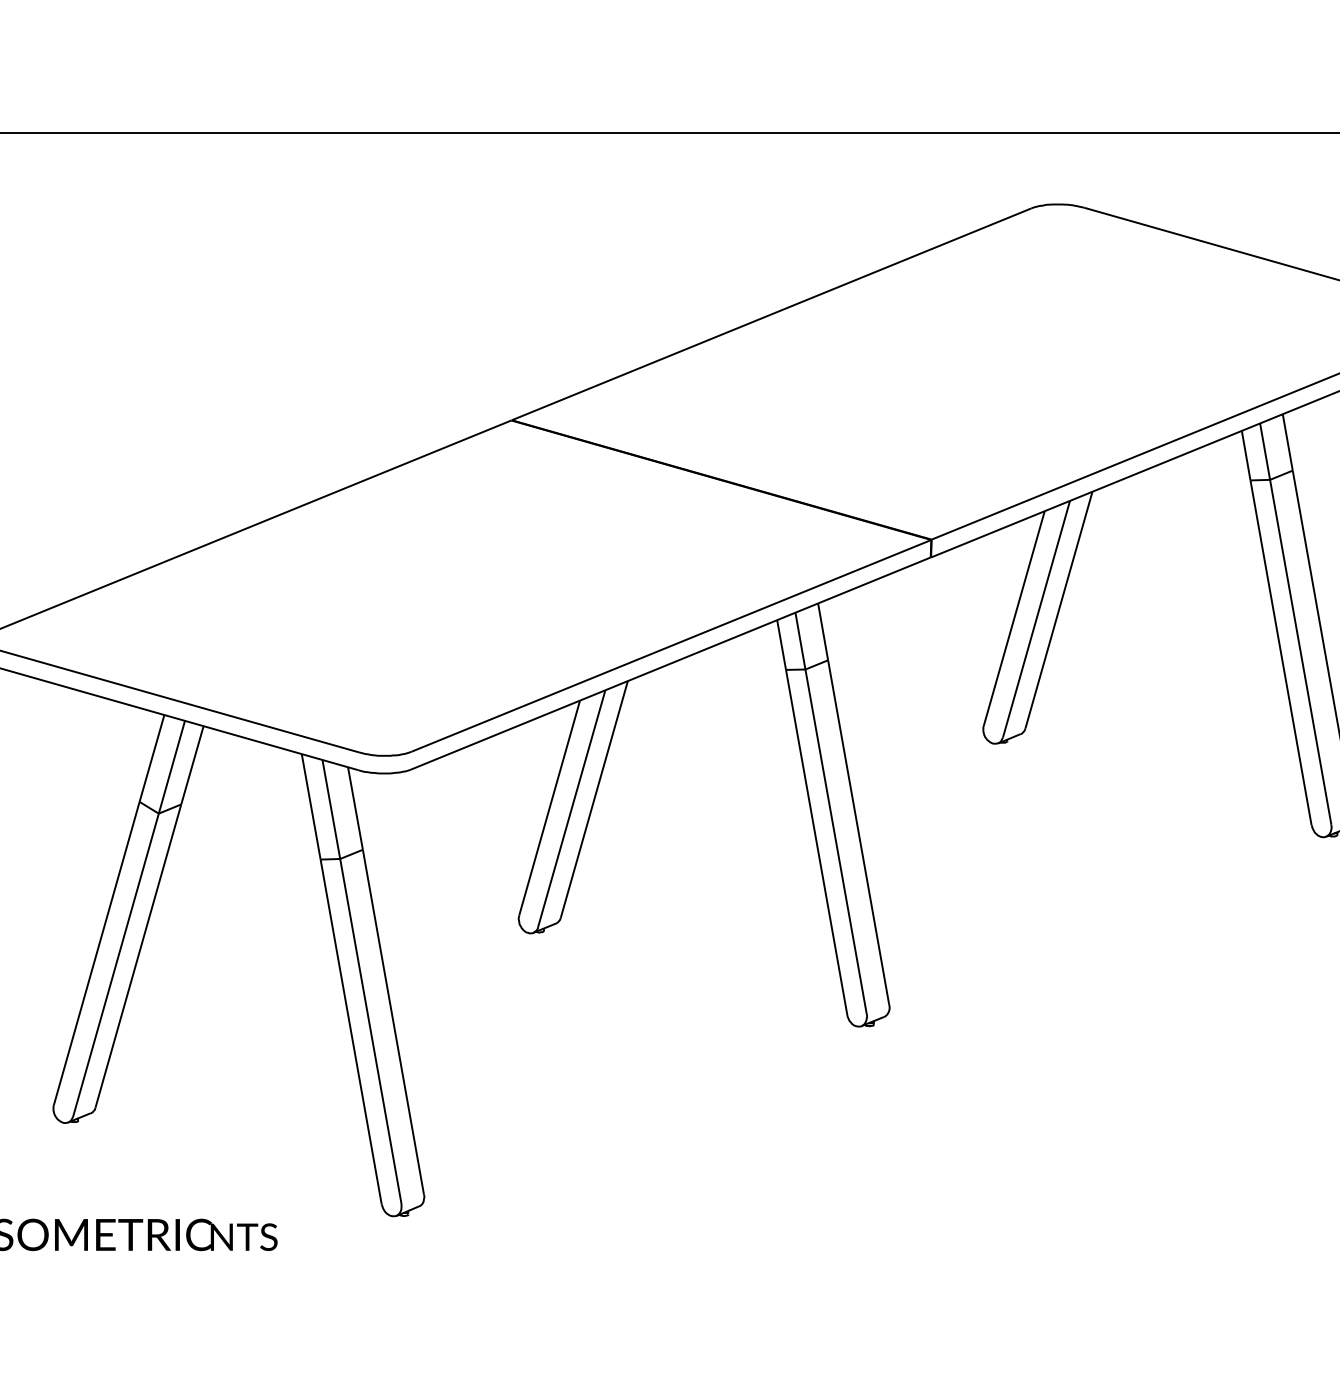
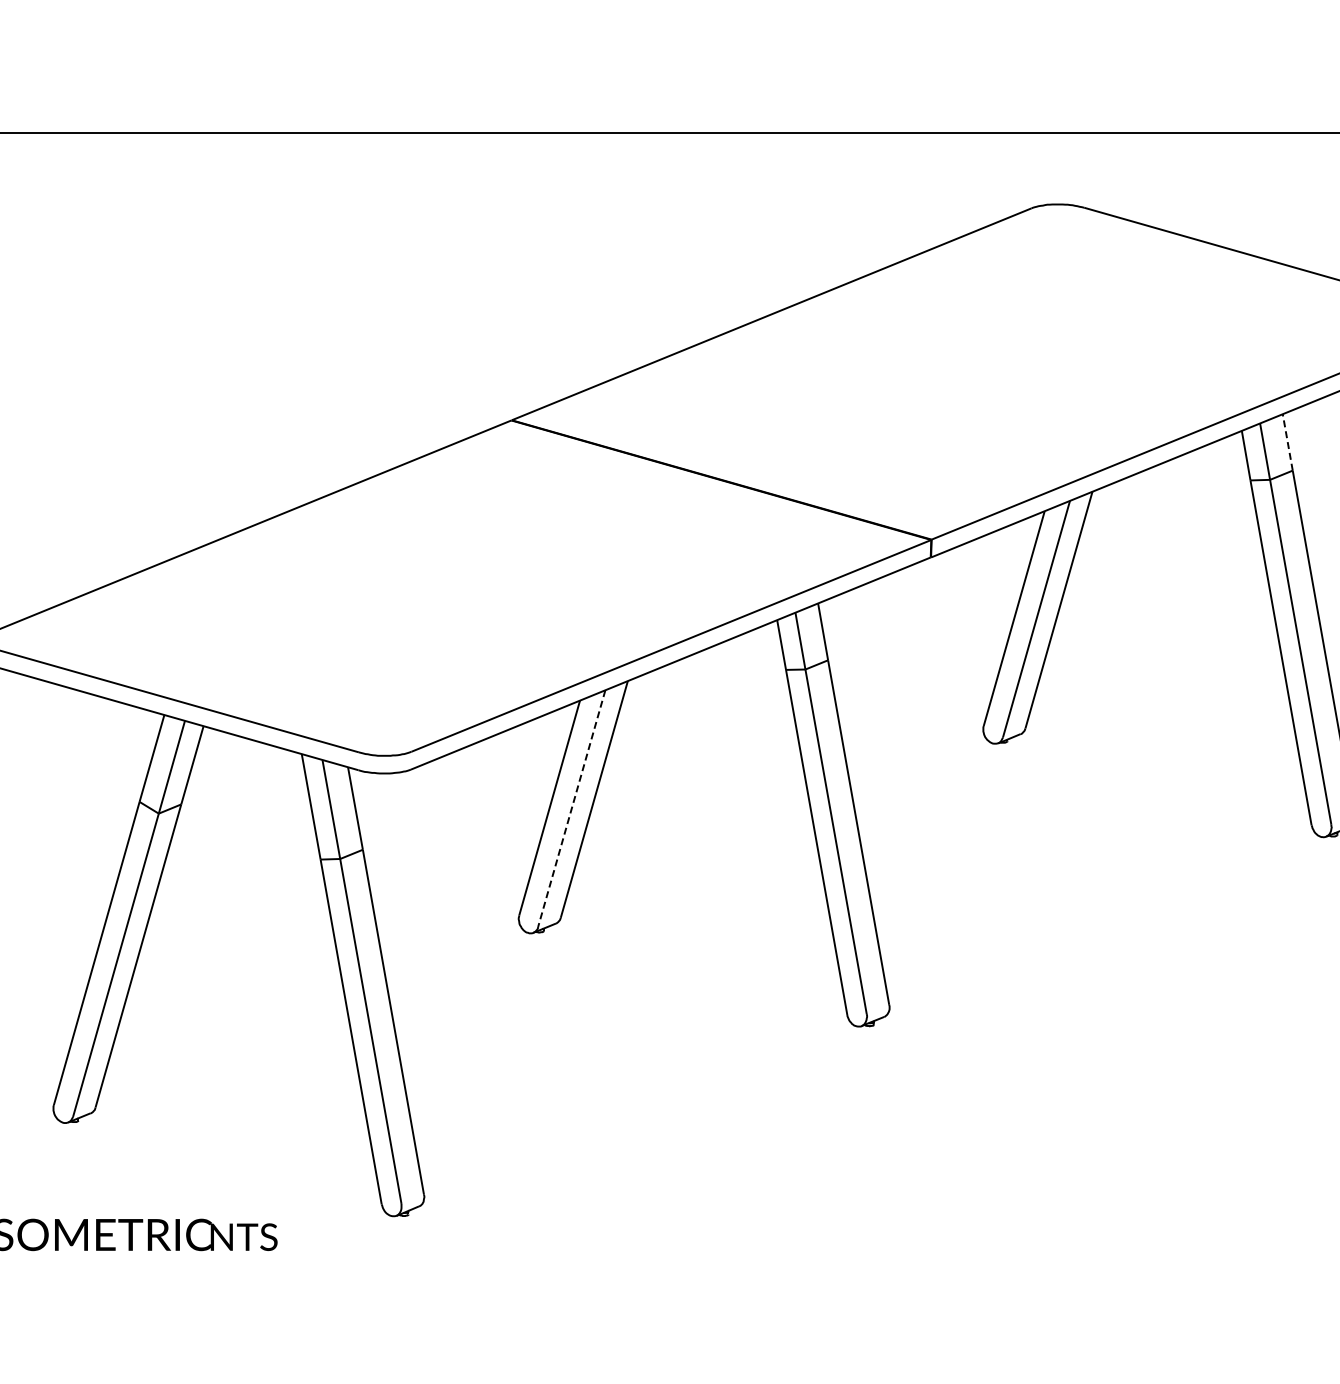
line at (1287, 442): solid -> dashed
line at (571, 809): solid -> dashed
